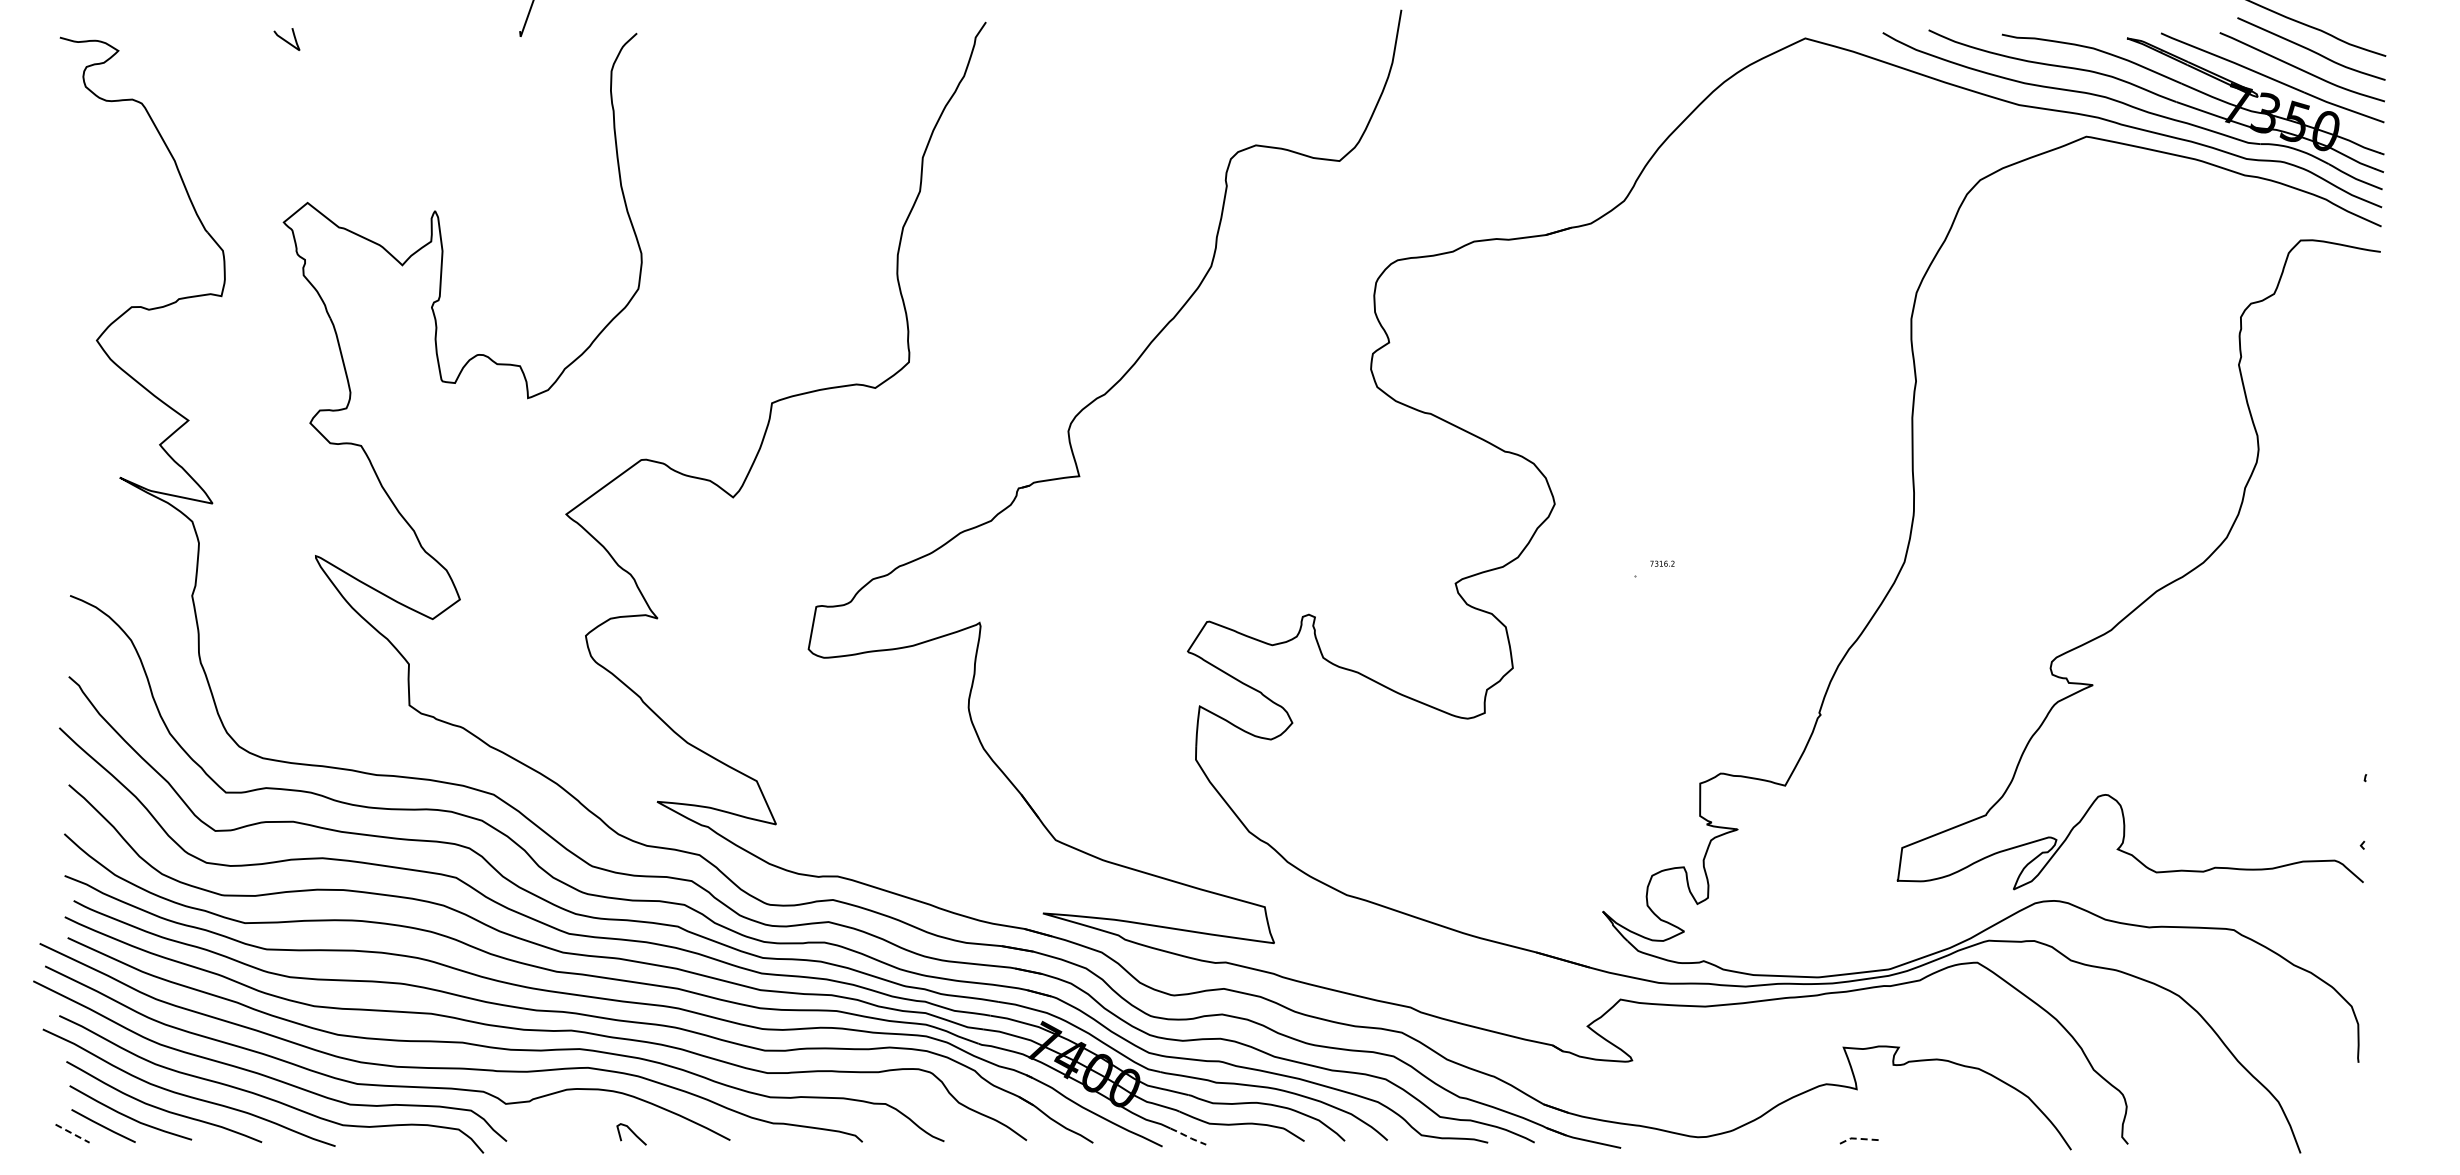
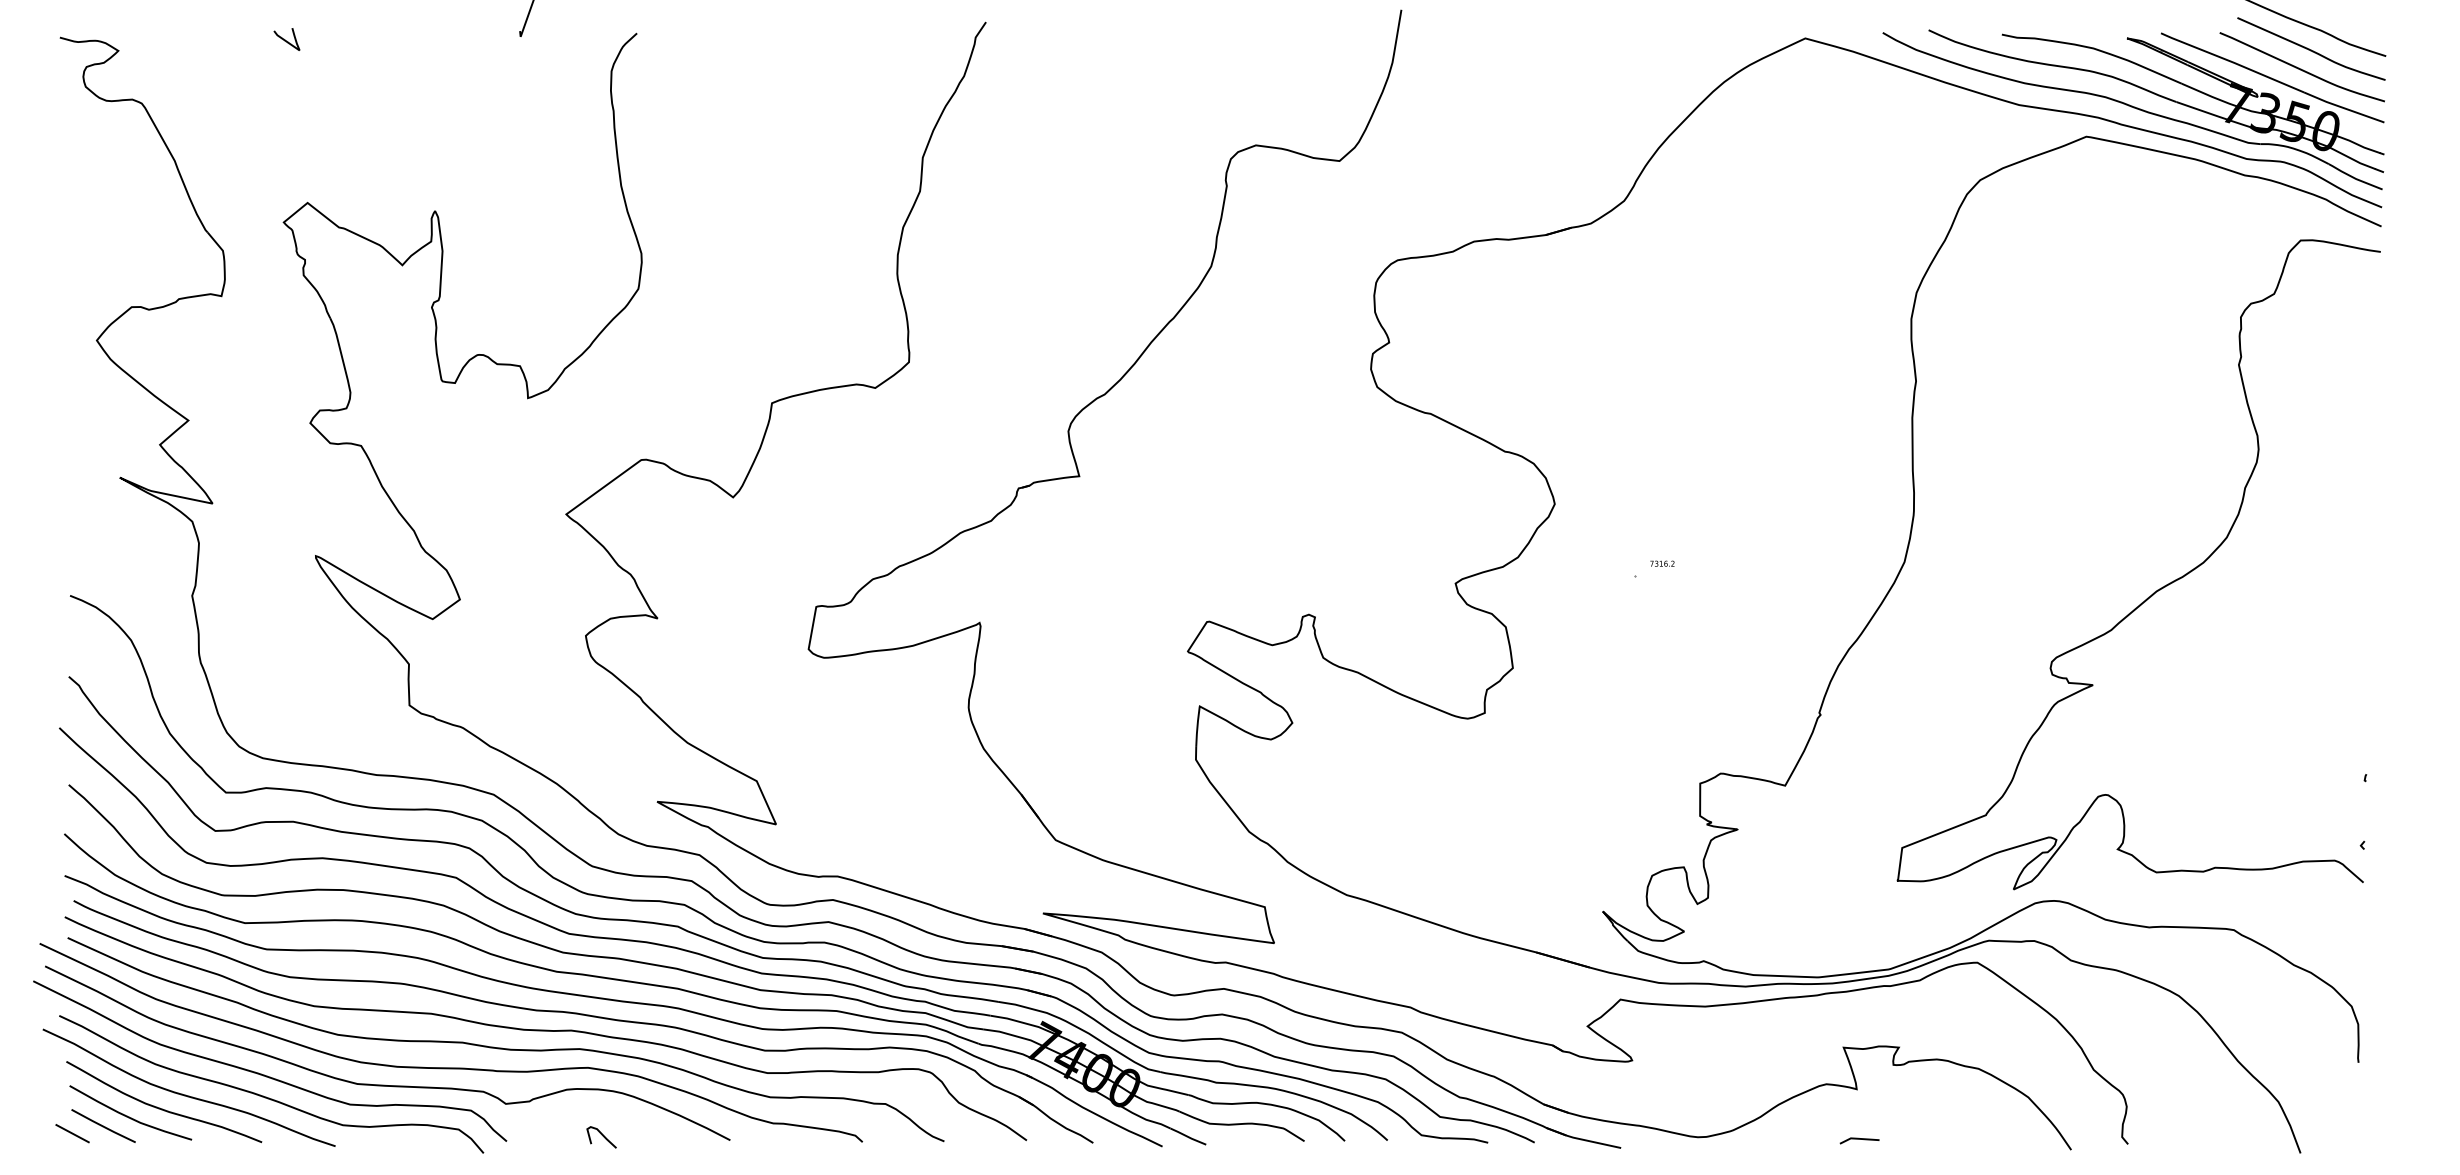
line at (73, 1133): dashed -> solid
curve at (632, 1133) position: (632, 1133) -> (602, 1136)
line at (1188, 1137): dashed -> solid
line at (1858, 1138): dashed -> solid
